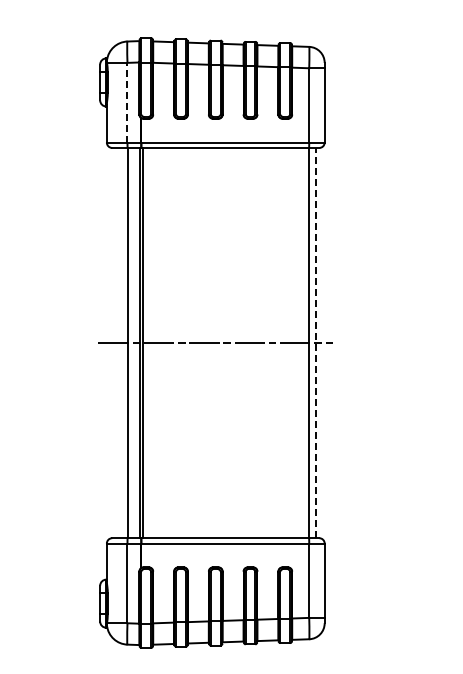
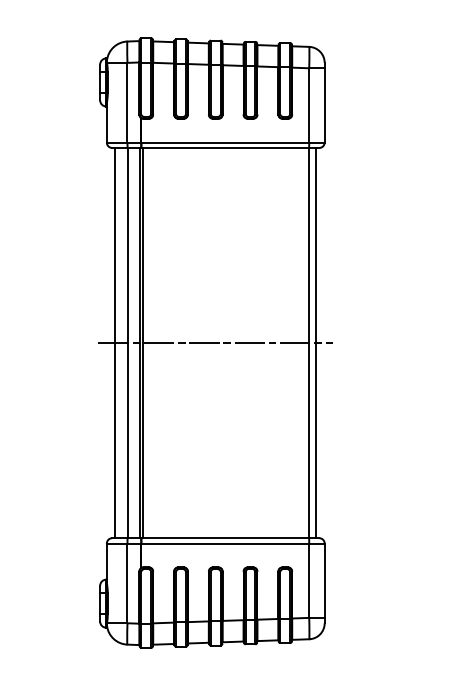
line at (127, 102): dashed -> solid
line at (115, 342): none -> present
line at (316, 342): dashed -> solid
